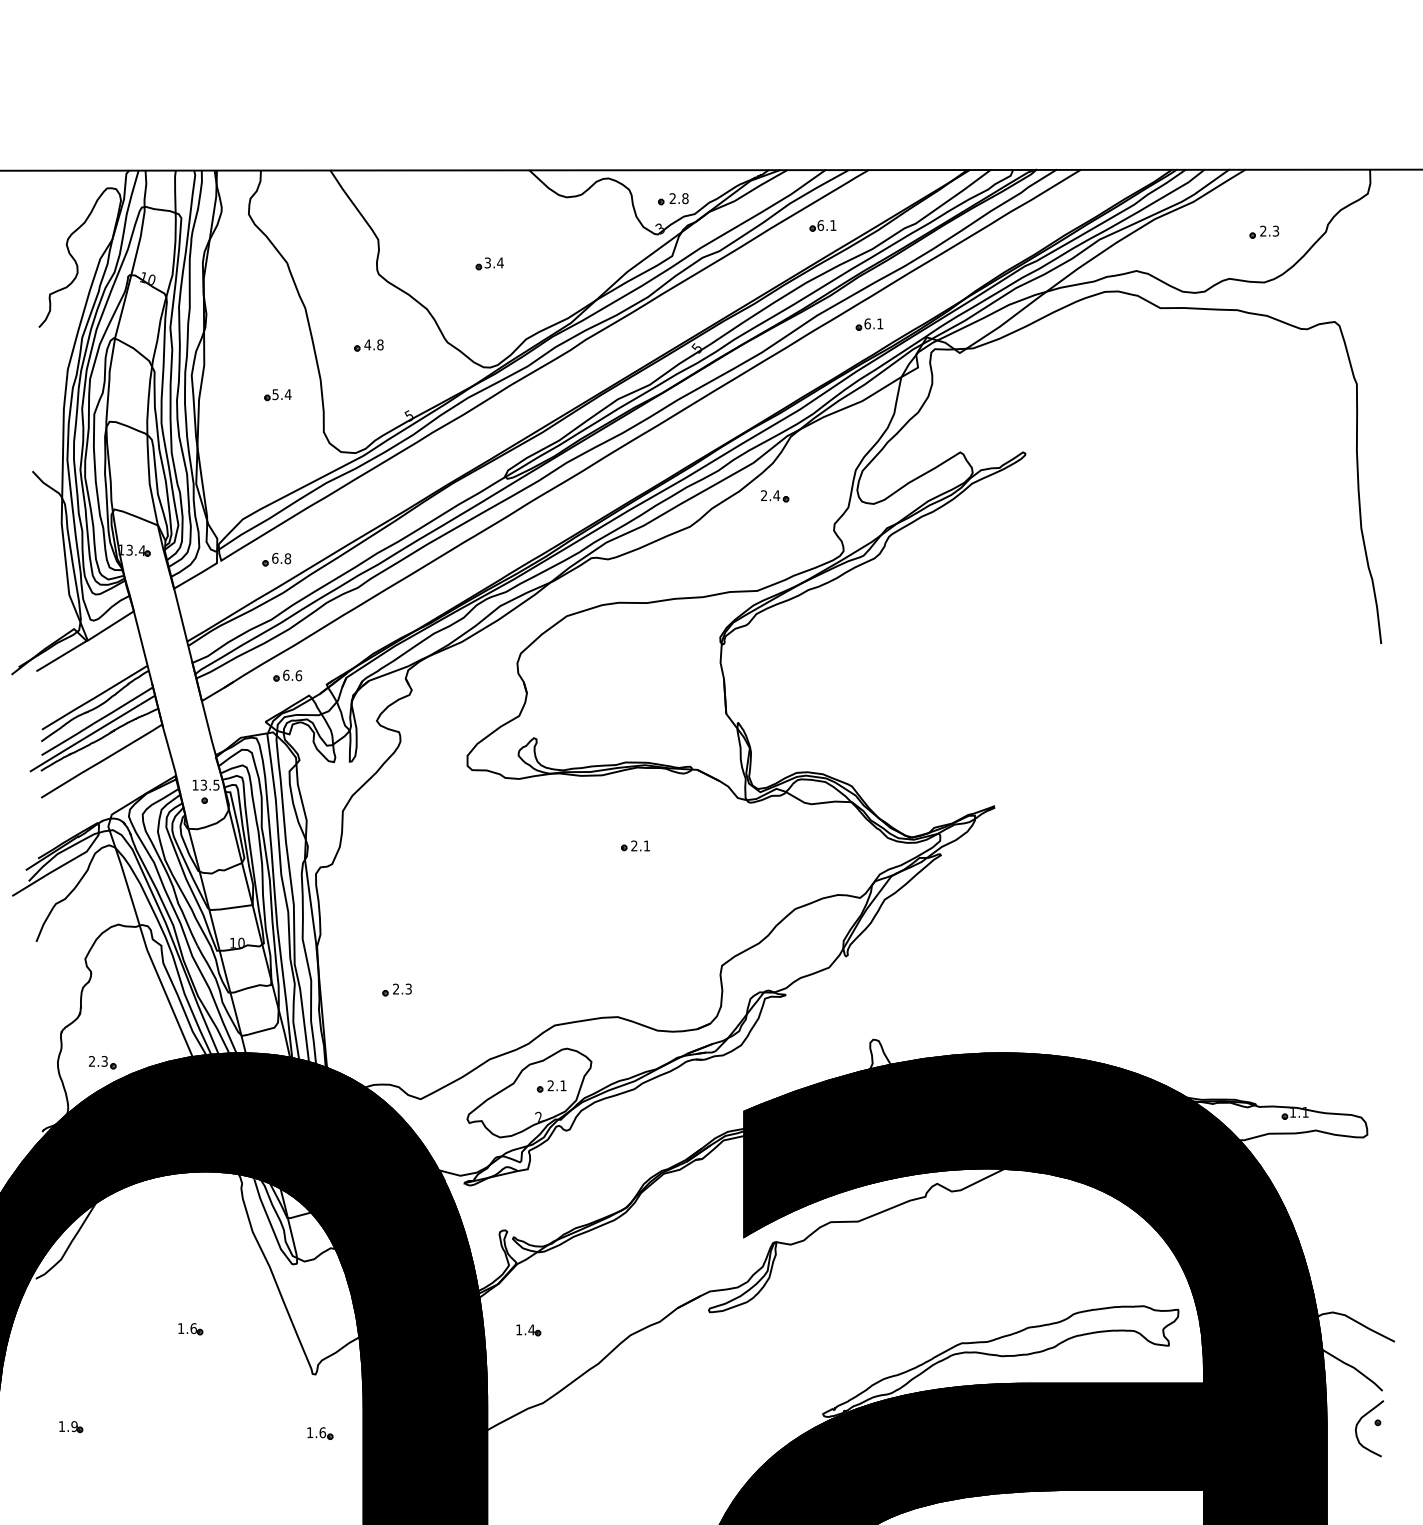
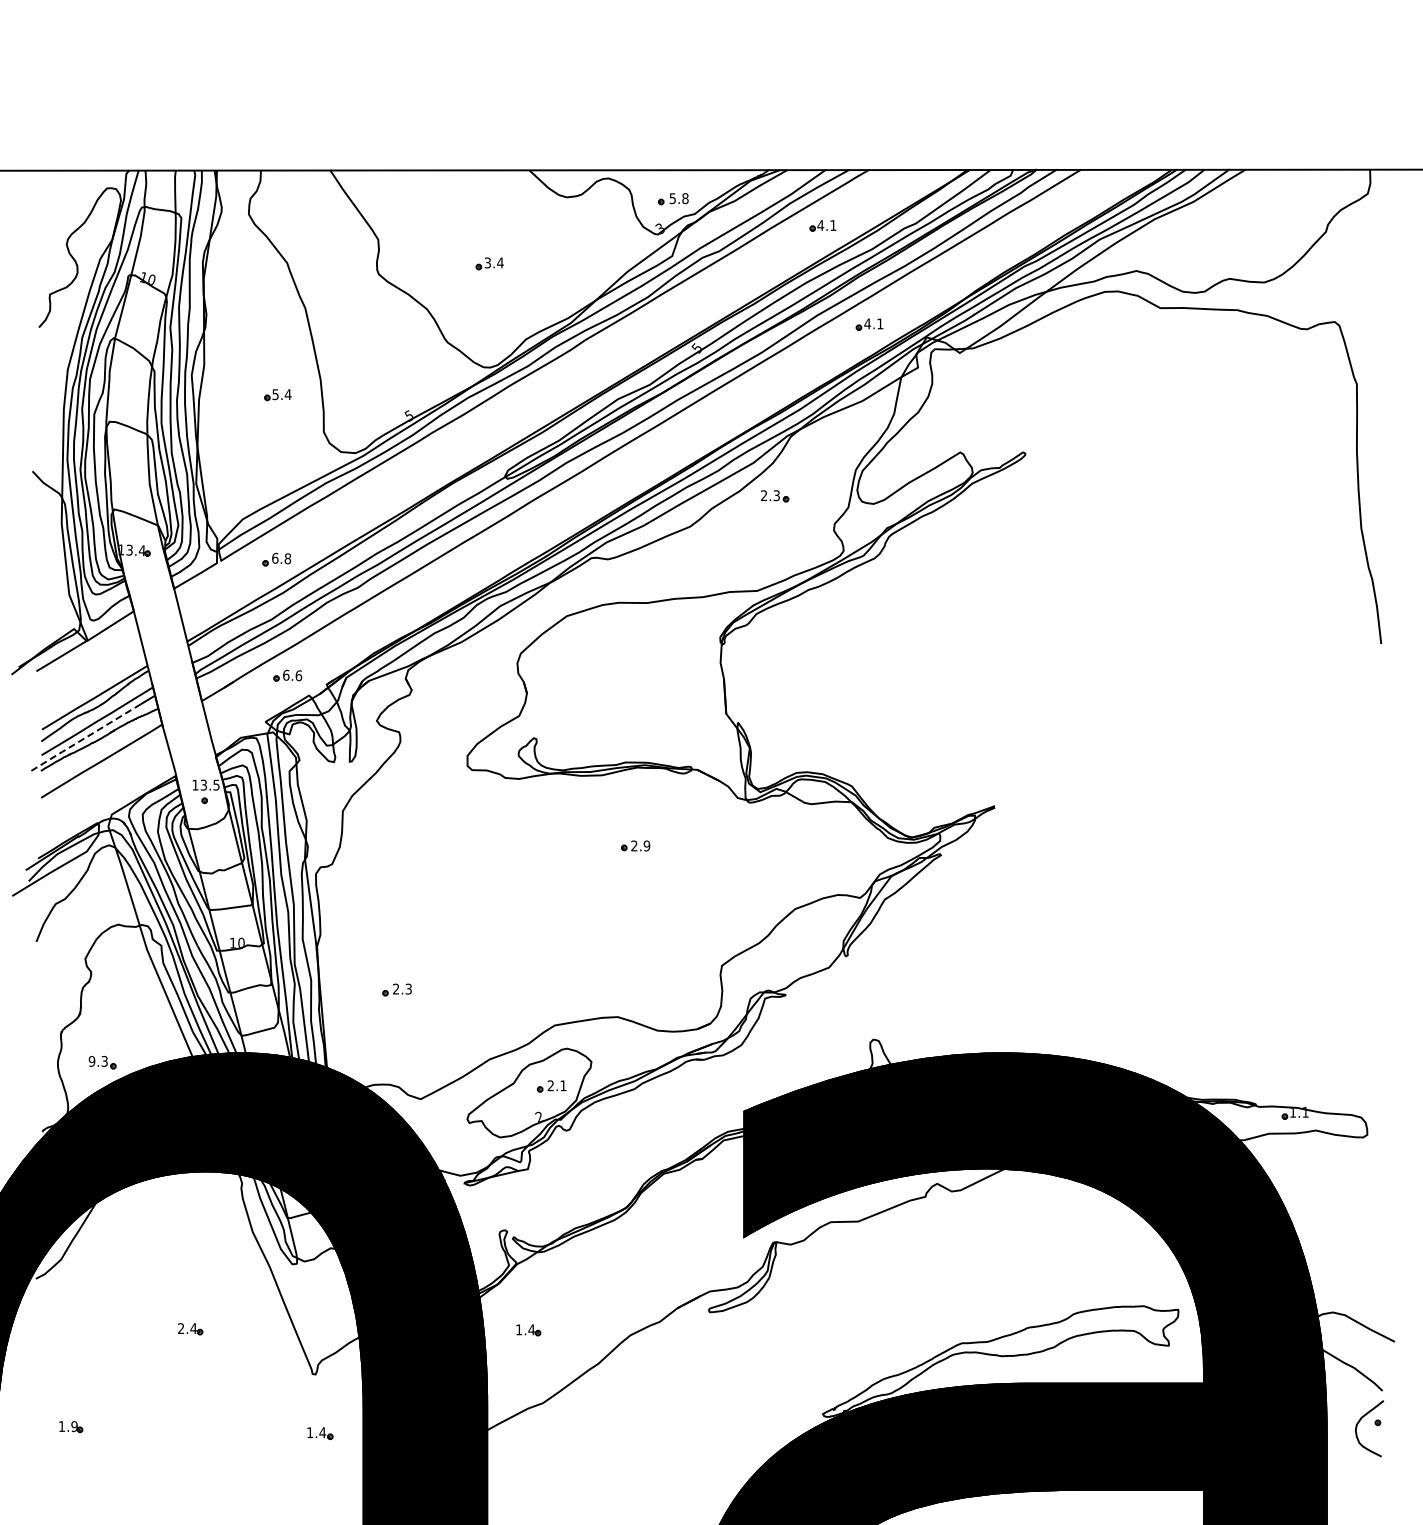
text at (672, 198): 2.8 -> 5.8
text at (820, 225): 6.1 -> 4.1
part at (1264, 231): present -> none
text at (867, 323): 6.1 -> 4.1
part at (368, 345): present -> none
text at (776, 495): 2.4 -> 2.3
line at (84, 738): solid -> dashed
text at (646, 845): 2.1 -> 2.9
text at (91, 1061): 2.3 -> 9.3
text at (187, 1328): 1.6 -> 2.4
text at (322, 1432): 1.6 -> 1.4
